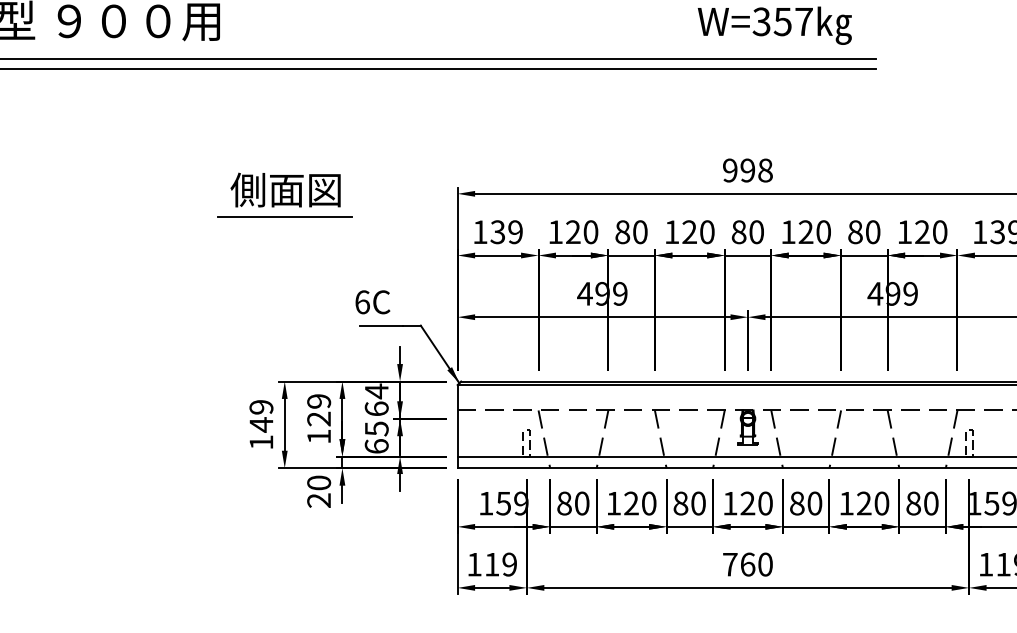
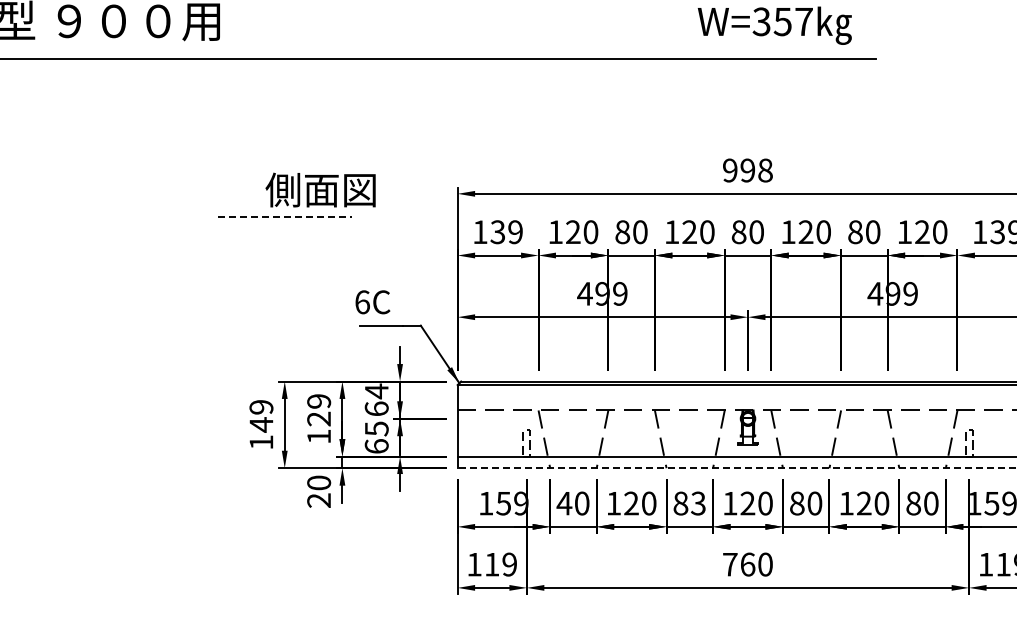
line at (438, 68): present -> none
text at (285, 189) position: (285, 189) -> (320, 189)
line at (285, 216): solid -> dashed
line at (736, 468): solid -> dashed
text at (564, 503): 80 -> 40
text at (698, 503): 80 -> 83
